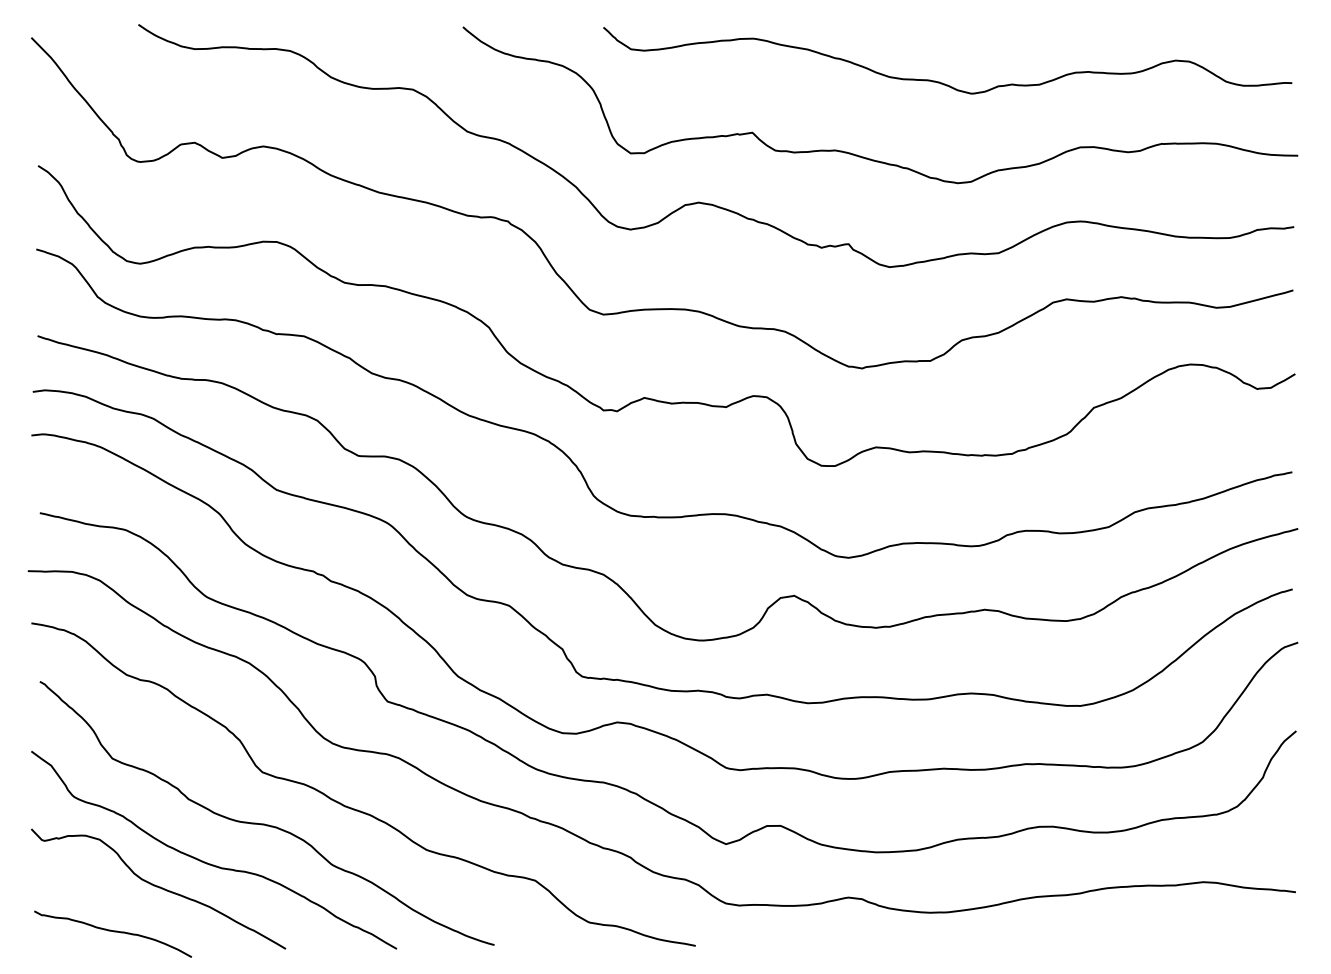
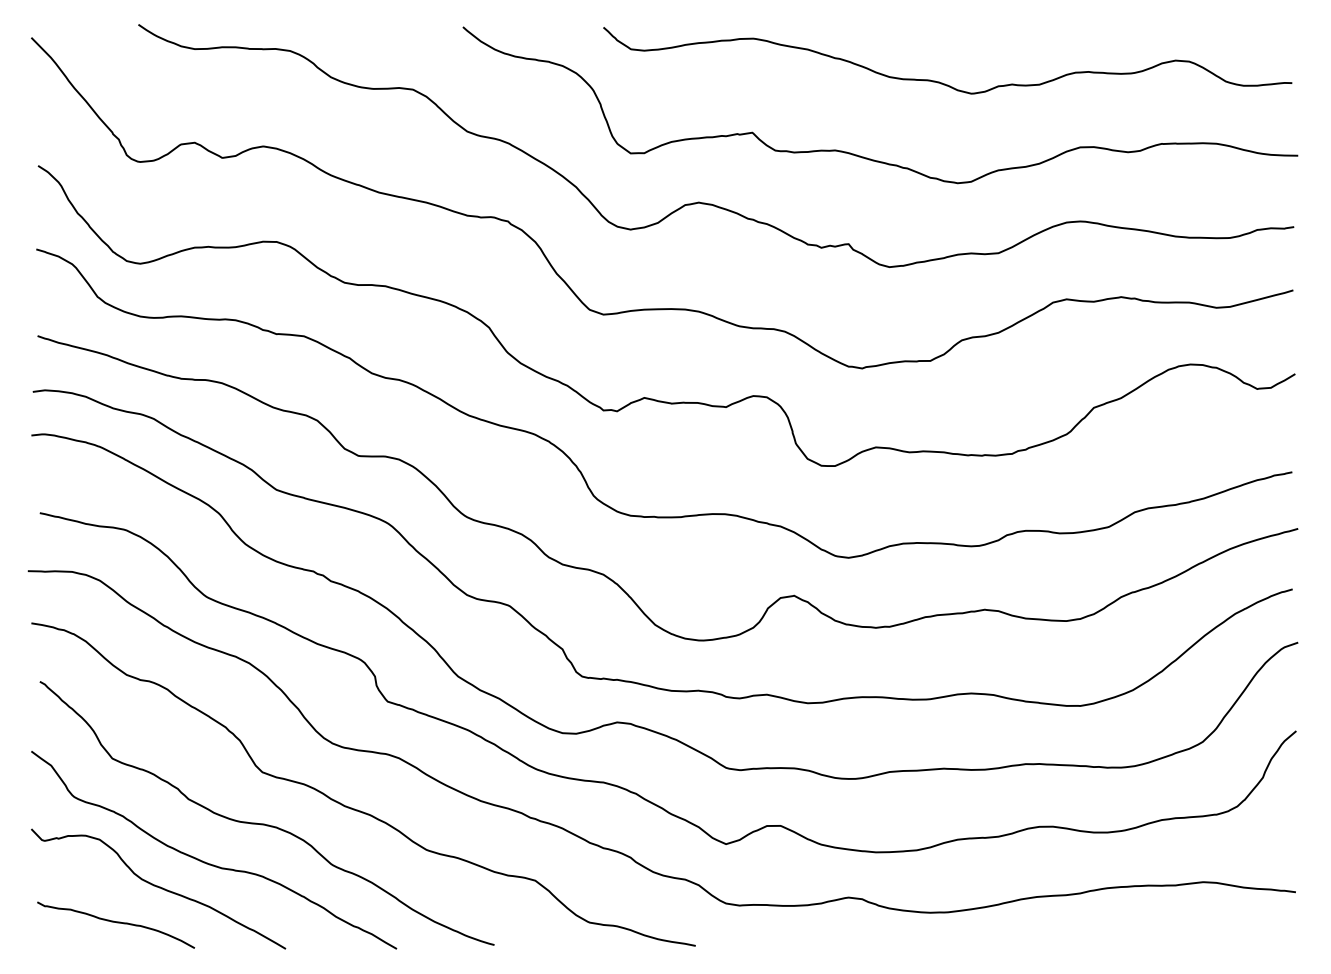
curve at (113, 932) position: (113, 932) -> (116, 923)
